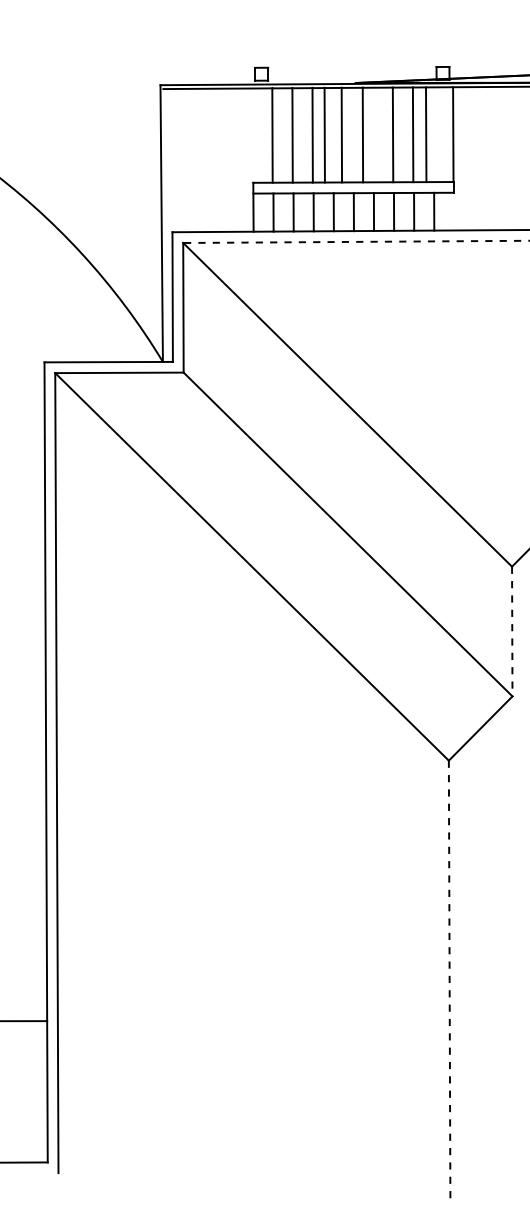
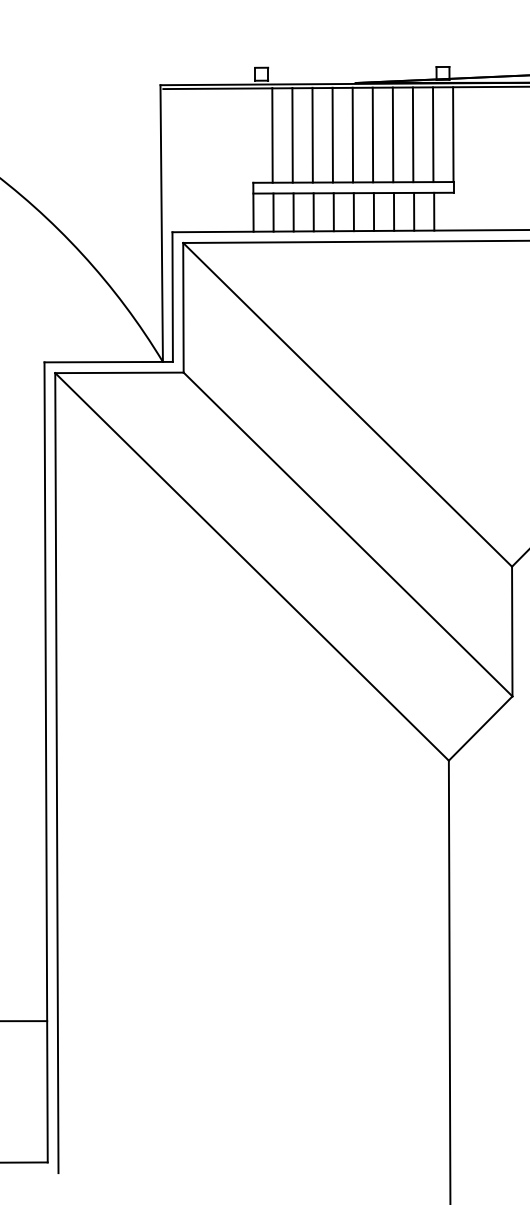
line at (324, 134) position: (324, 134) -> (332, 134)
line at (341, 134) position: (341, 134) -> (352, 134)
line at (362, 134) position: (362, 134) -> (372, 134)
line at (426, 134) position: (426, 134) -> (433, 134)
line at (356, 241): dashed -> solid
line at (512, 631): dashed -> solid
line at (449, 982): dashed -> solid
